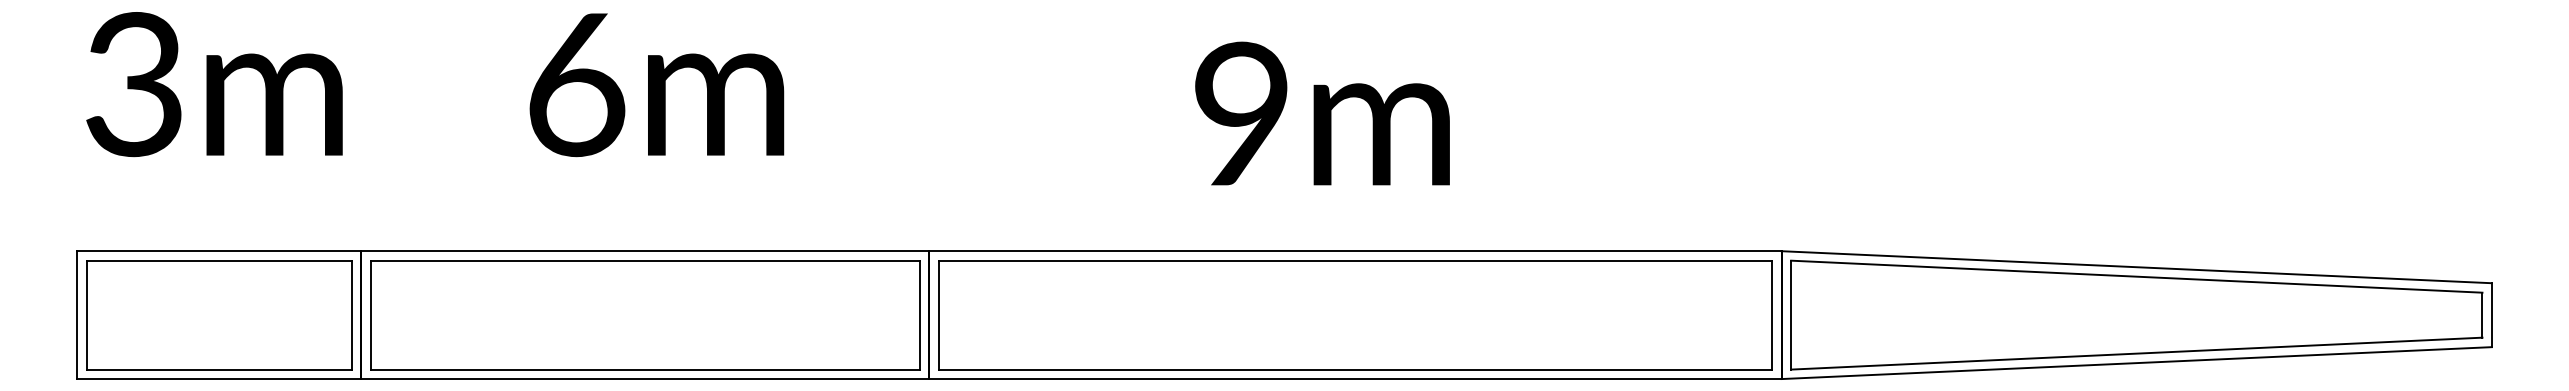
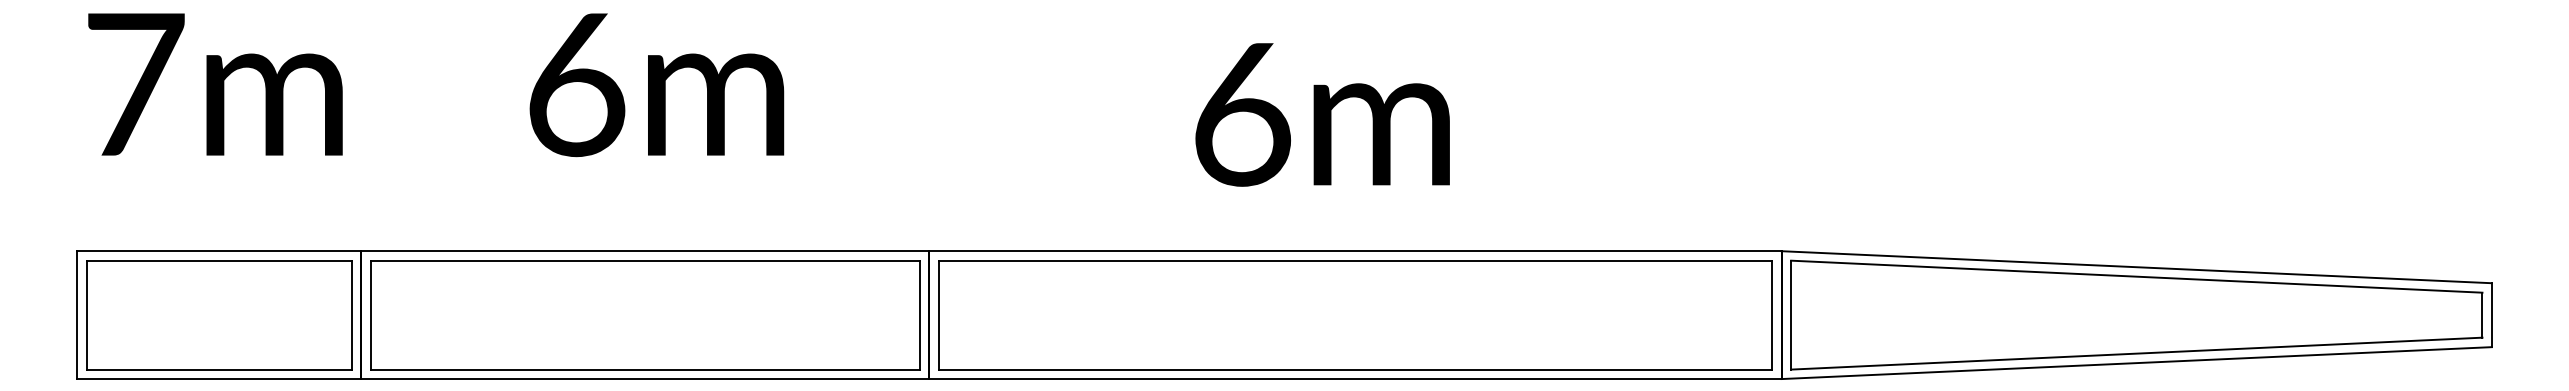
text at (135, 84): 3m -> 7m
text at (1243, 113): 9m -> 6m
